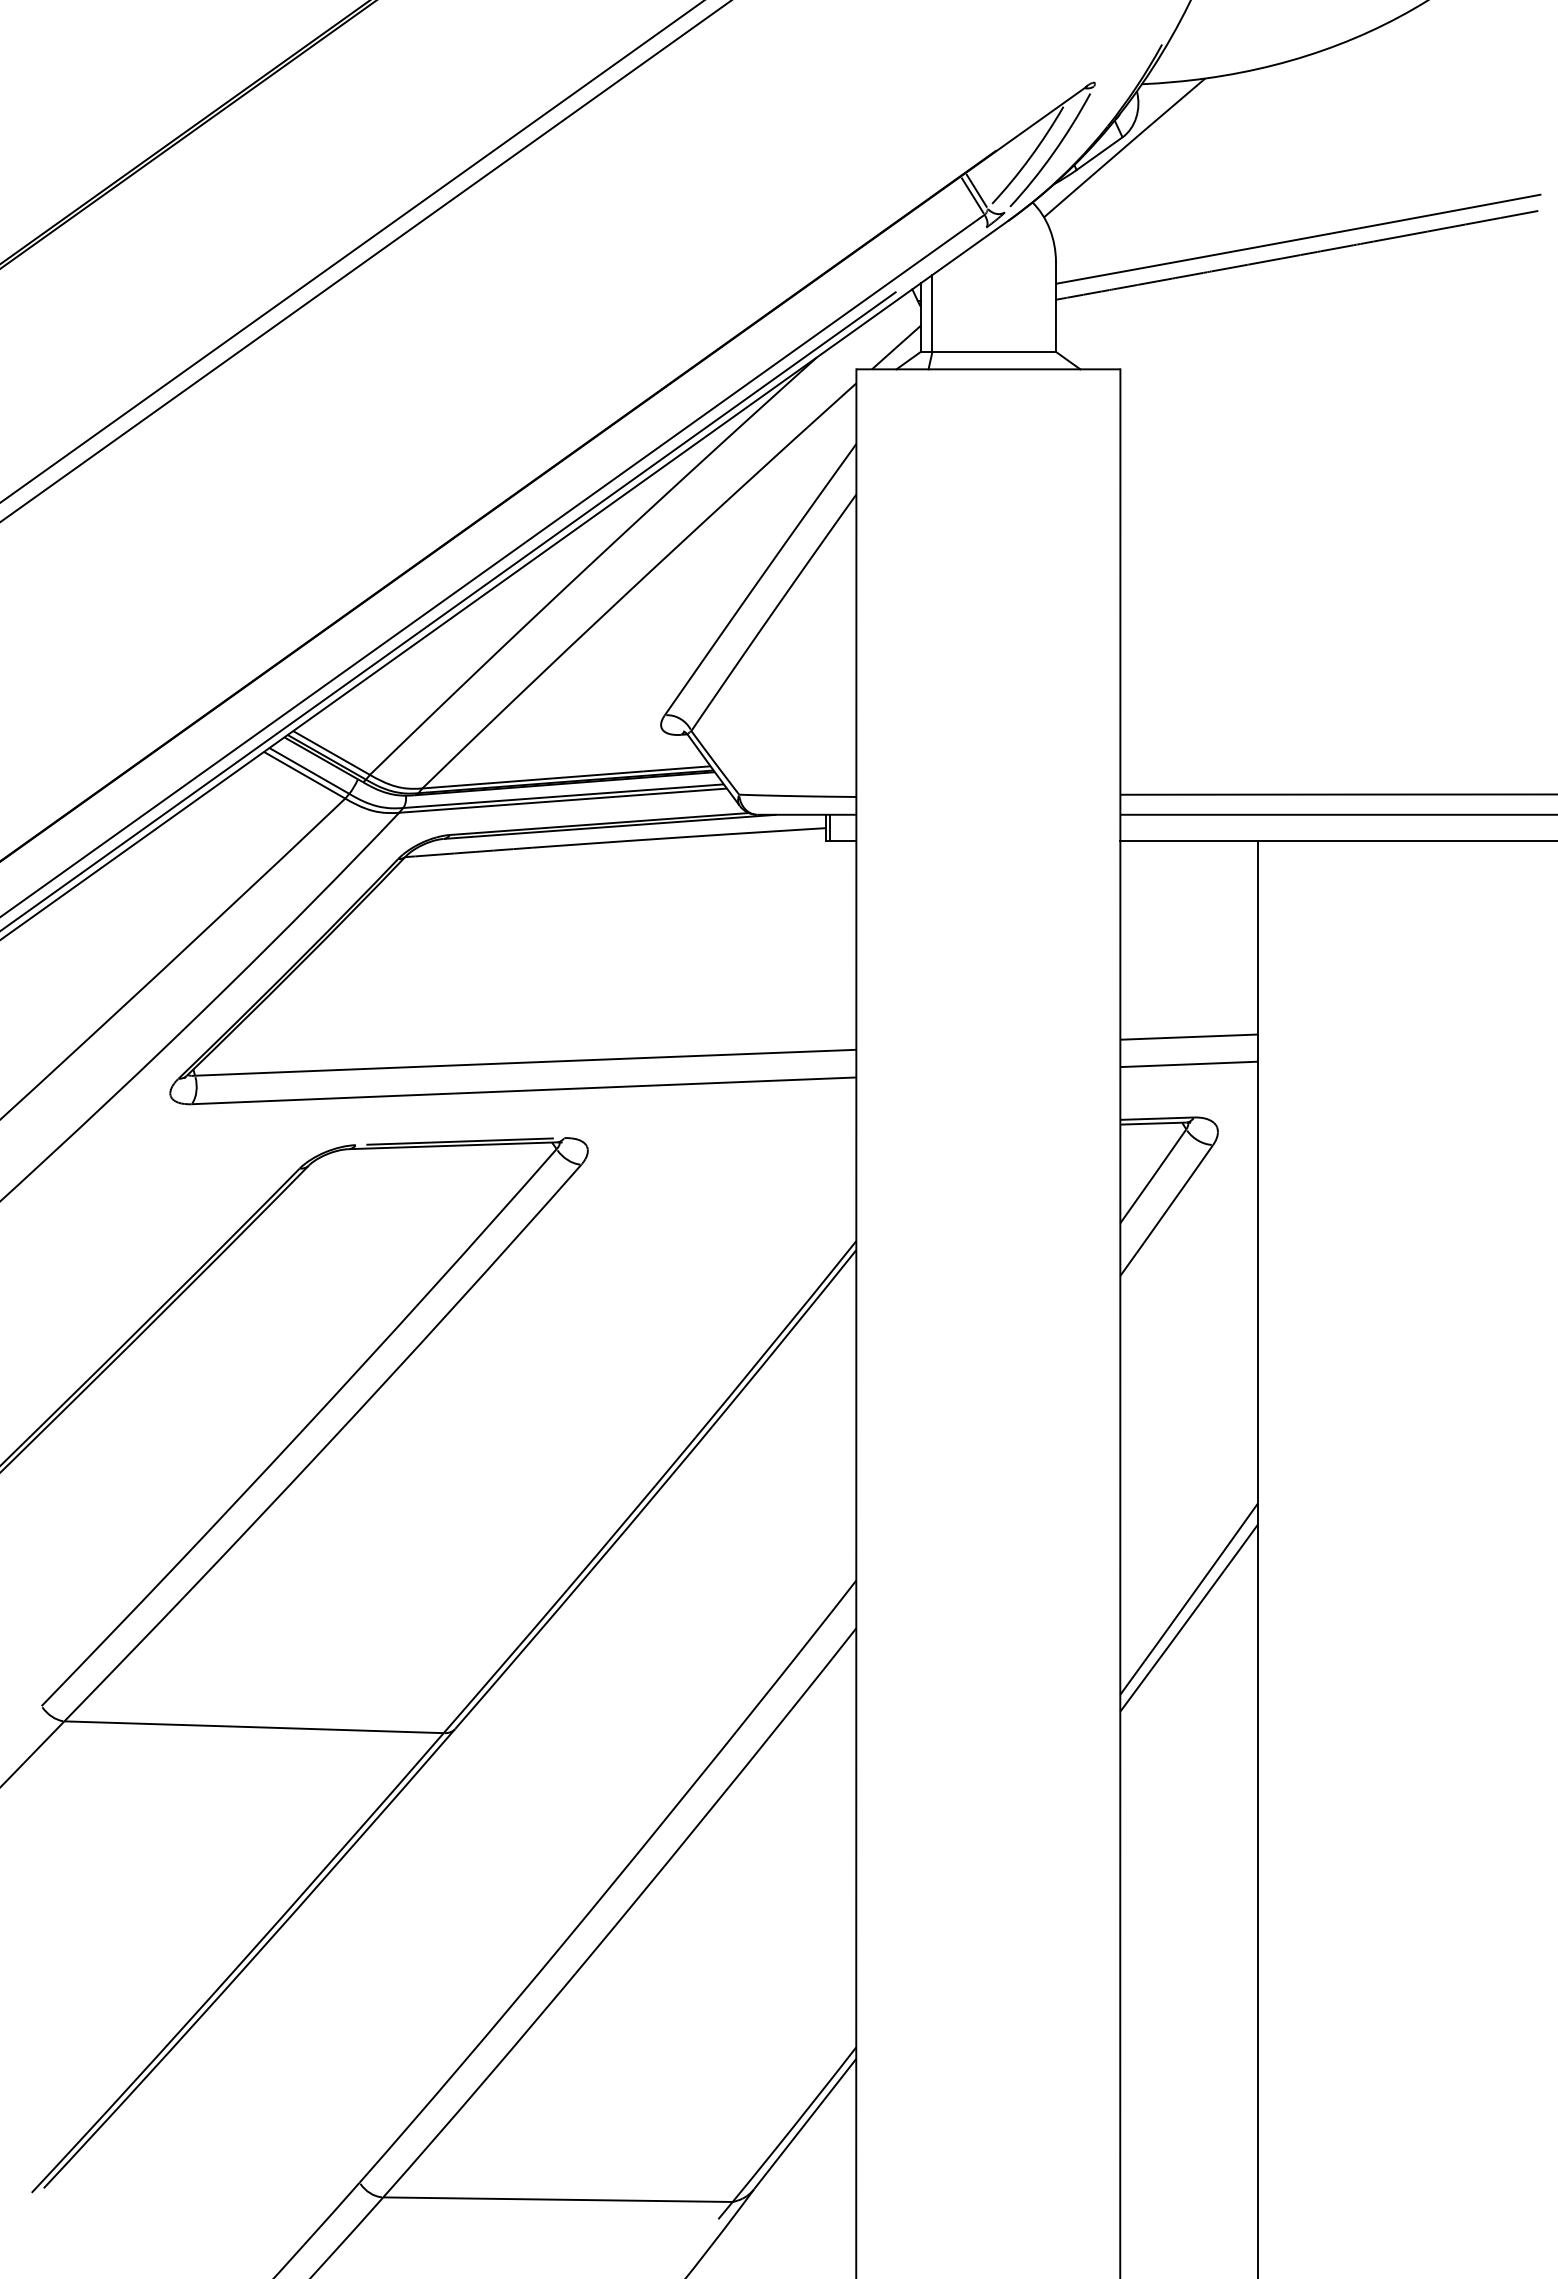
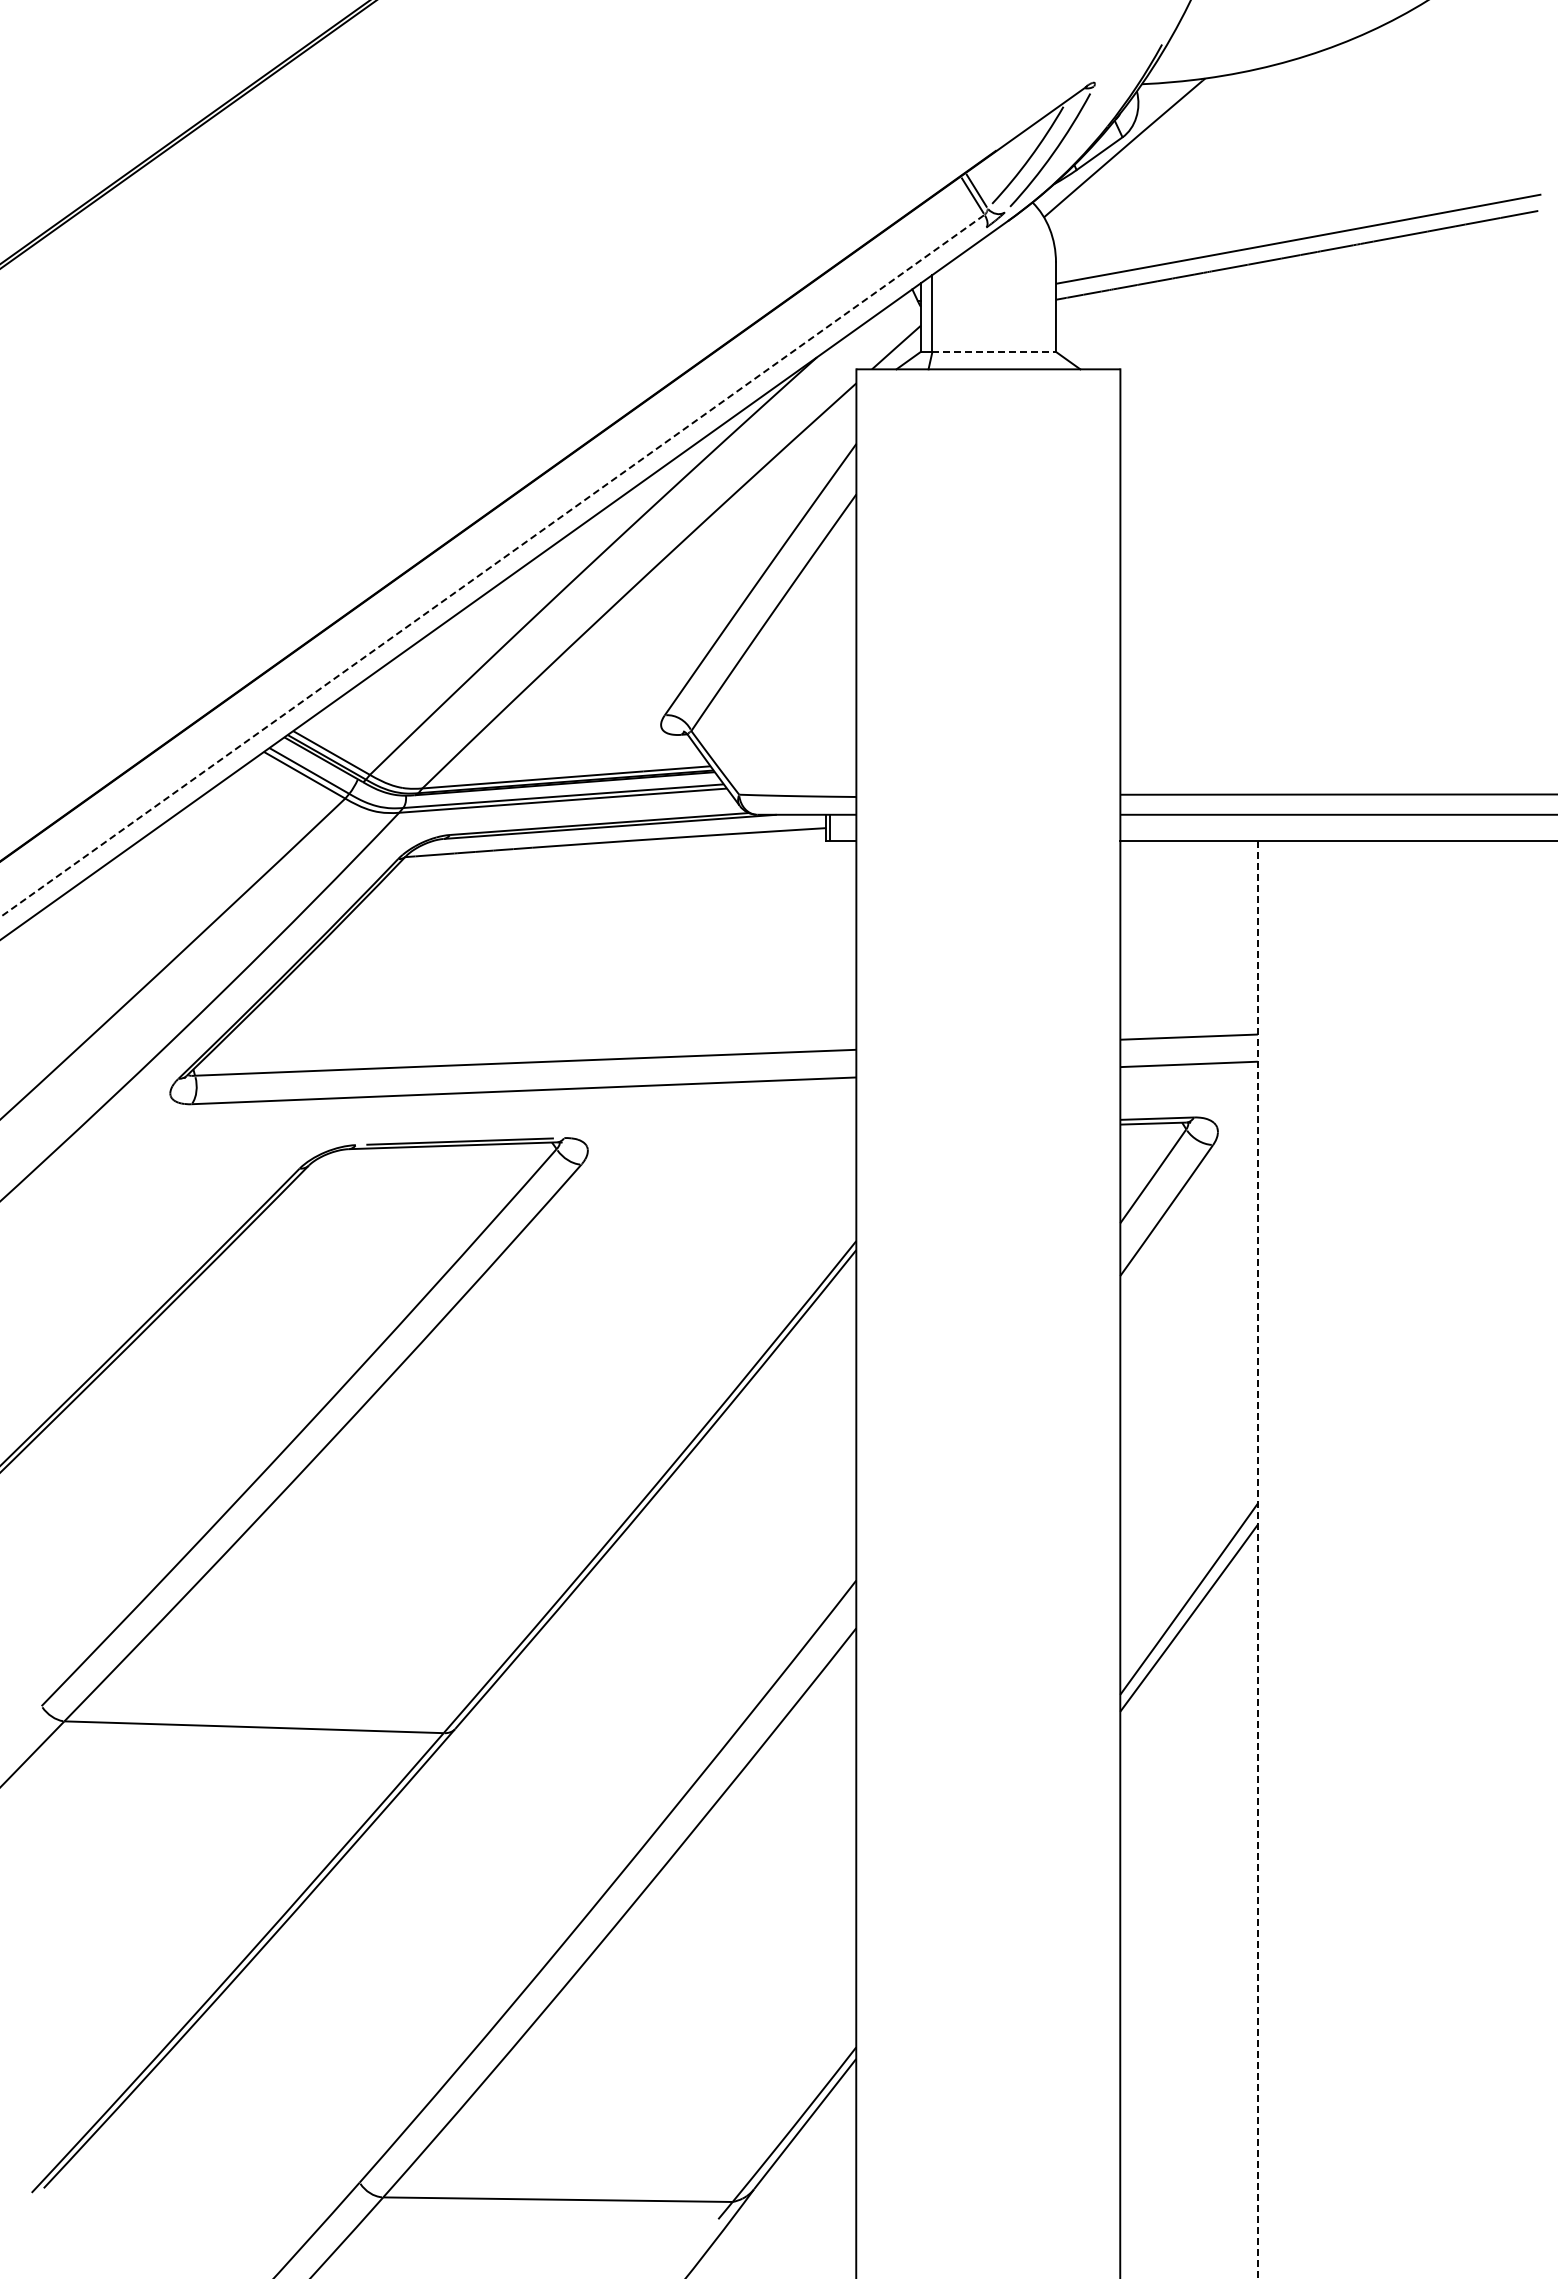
line at (352, 251): present -> none
line at (365, 261): present -> none
line at (994, 351): solid -> dashed
line at (493, 565): solid -> dashed
line at (448, 610): present -> none
line at (1257, 1559): solid -> dashed
